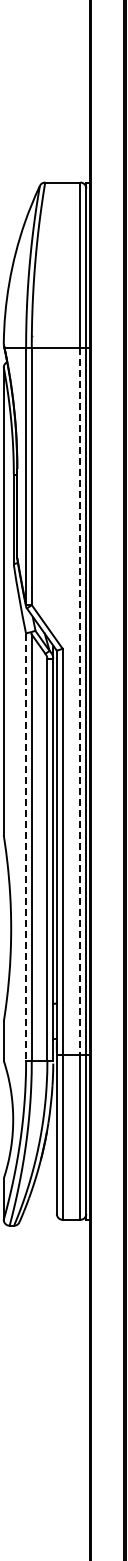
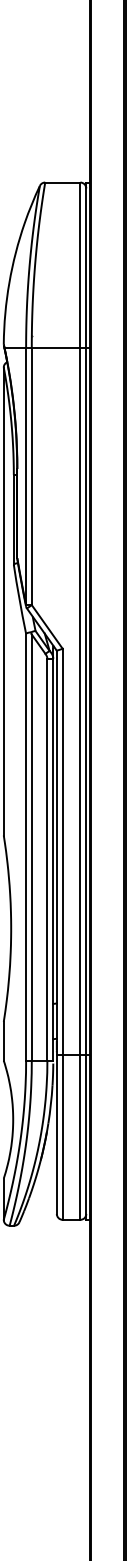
line at (80, 701): dashed -> solid
line at (26, 847): dashed -> solid
